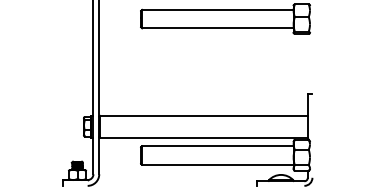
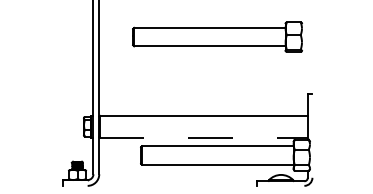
part at (225, 18) position: (225, 18) -> (217, 36)
line at (203, 137): solid -> dashed
